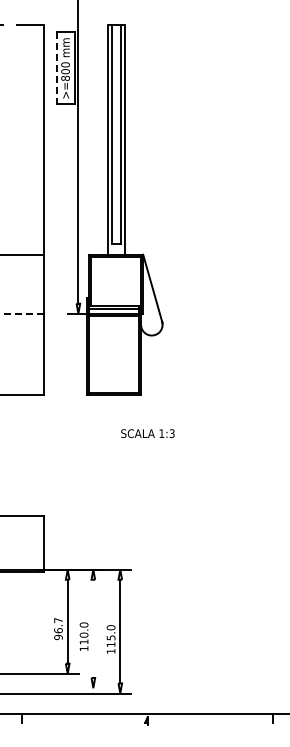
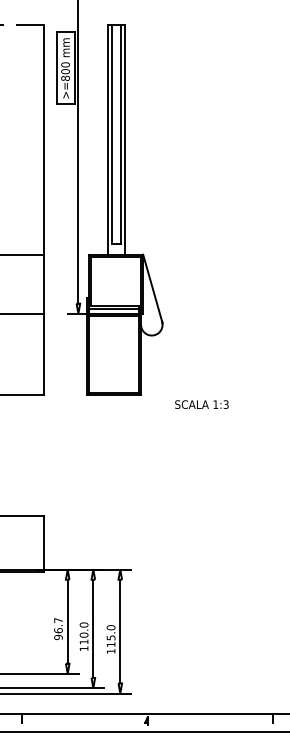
line at (57, 67): dashed -> solid
line at (22, 314): dashed -> solid
text at (147, 433) position: (147, 433) -> (201, 404)
line at (93, 628): none -> present
line at (53, 688): none -> present
line at (144, 731): none -> present
